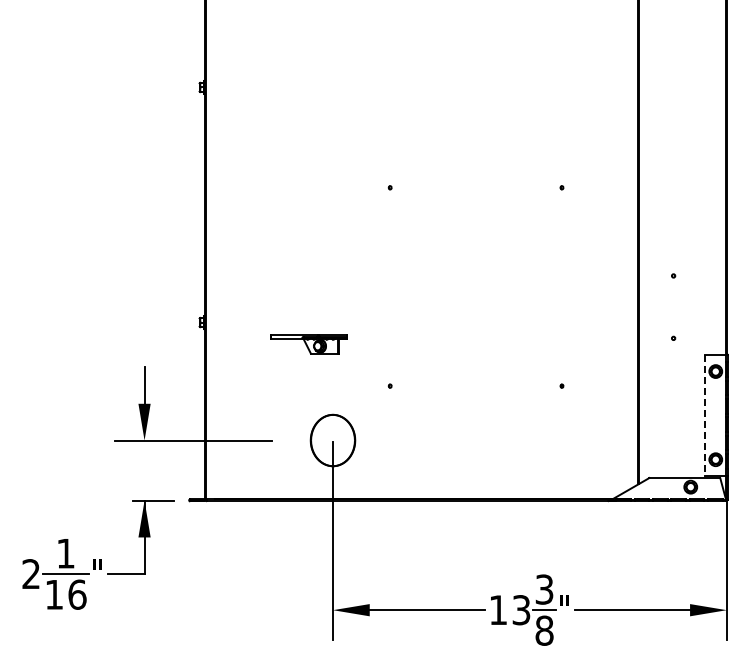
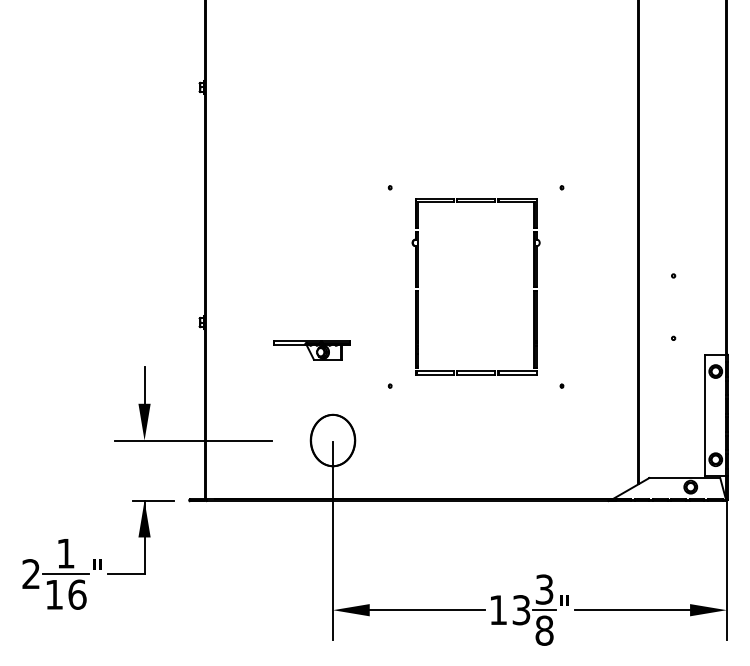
part at (418, 286): none -> present
part at (308, 344) position: (308, 344) -> (311, 350)
line at (704, 416): dashed -> solid
